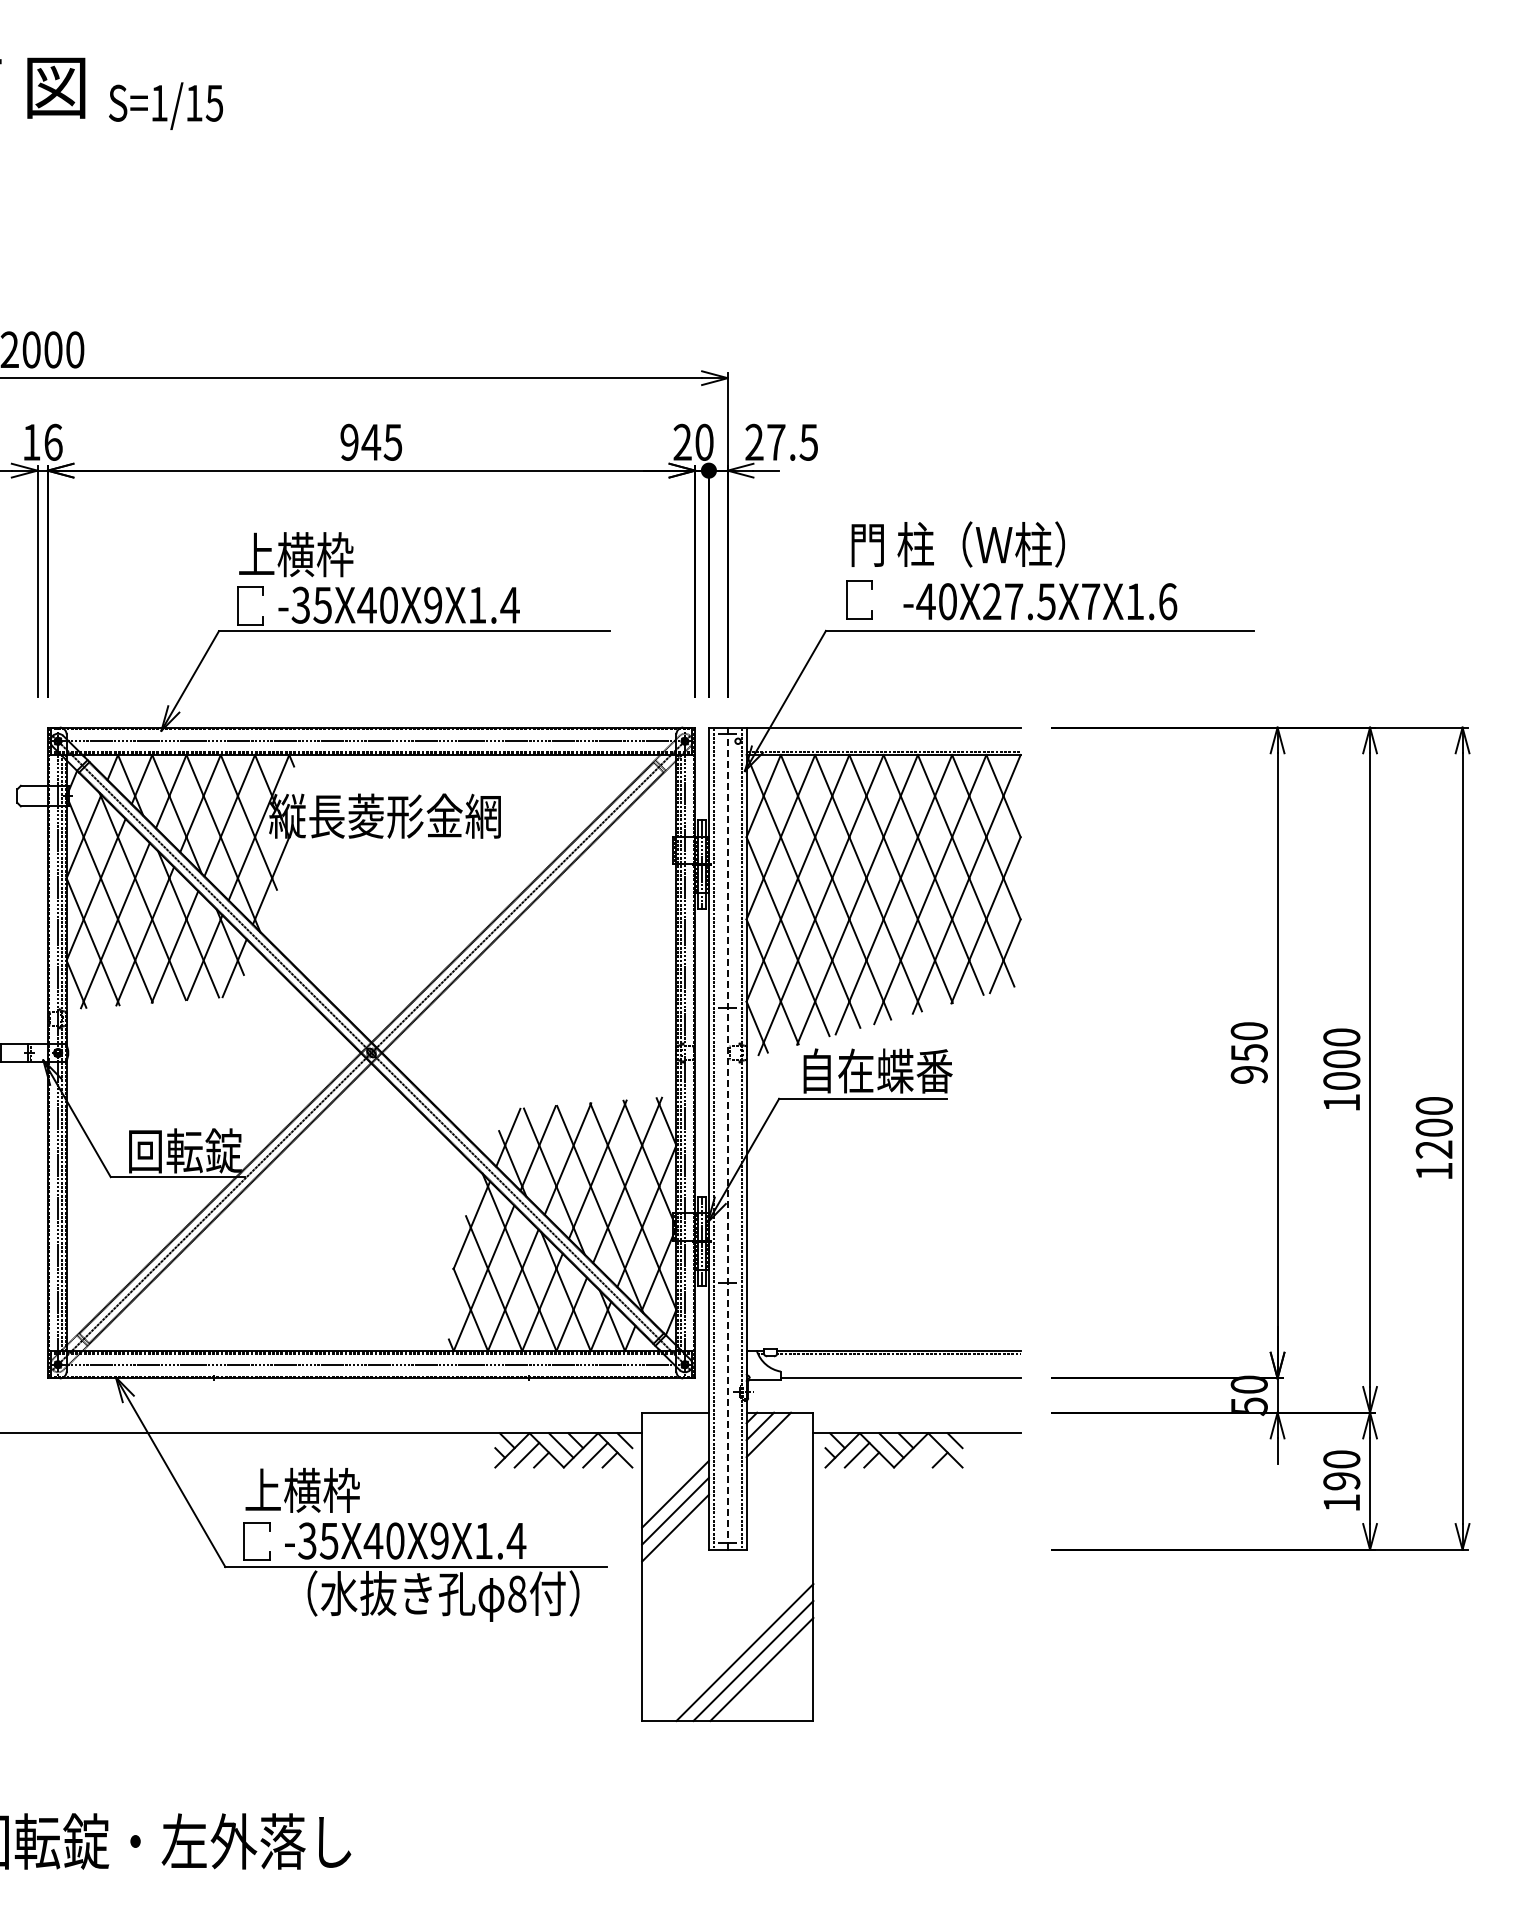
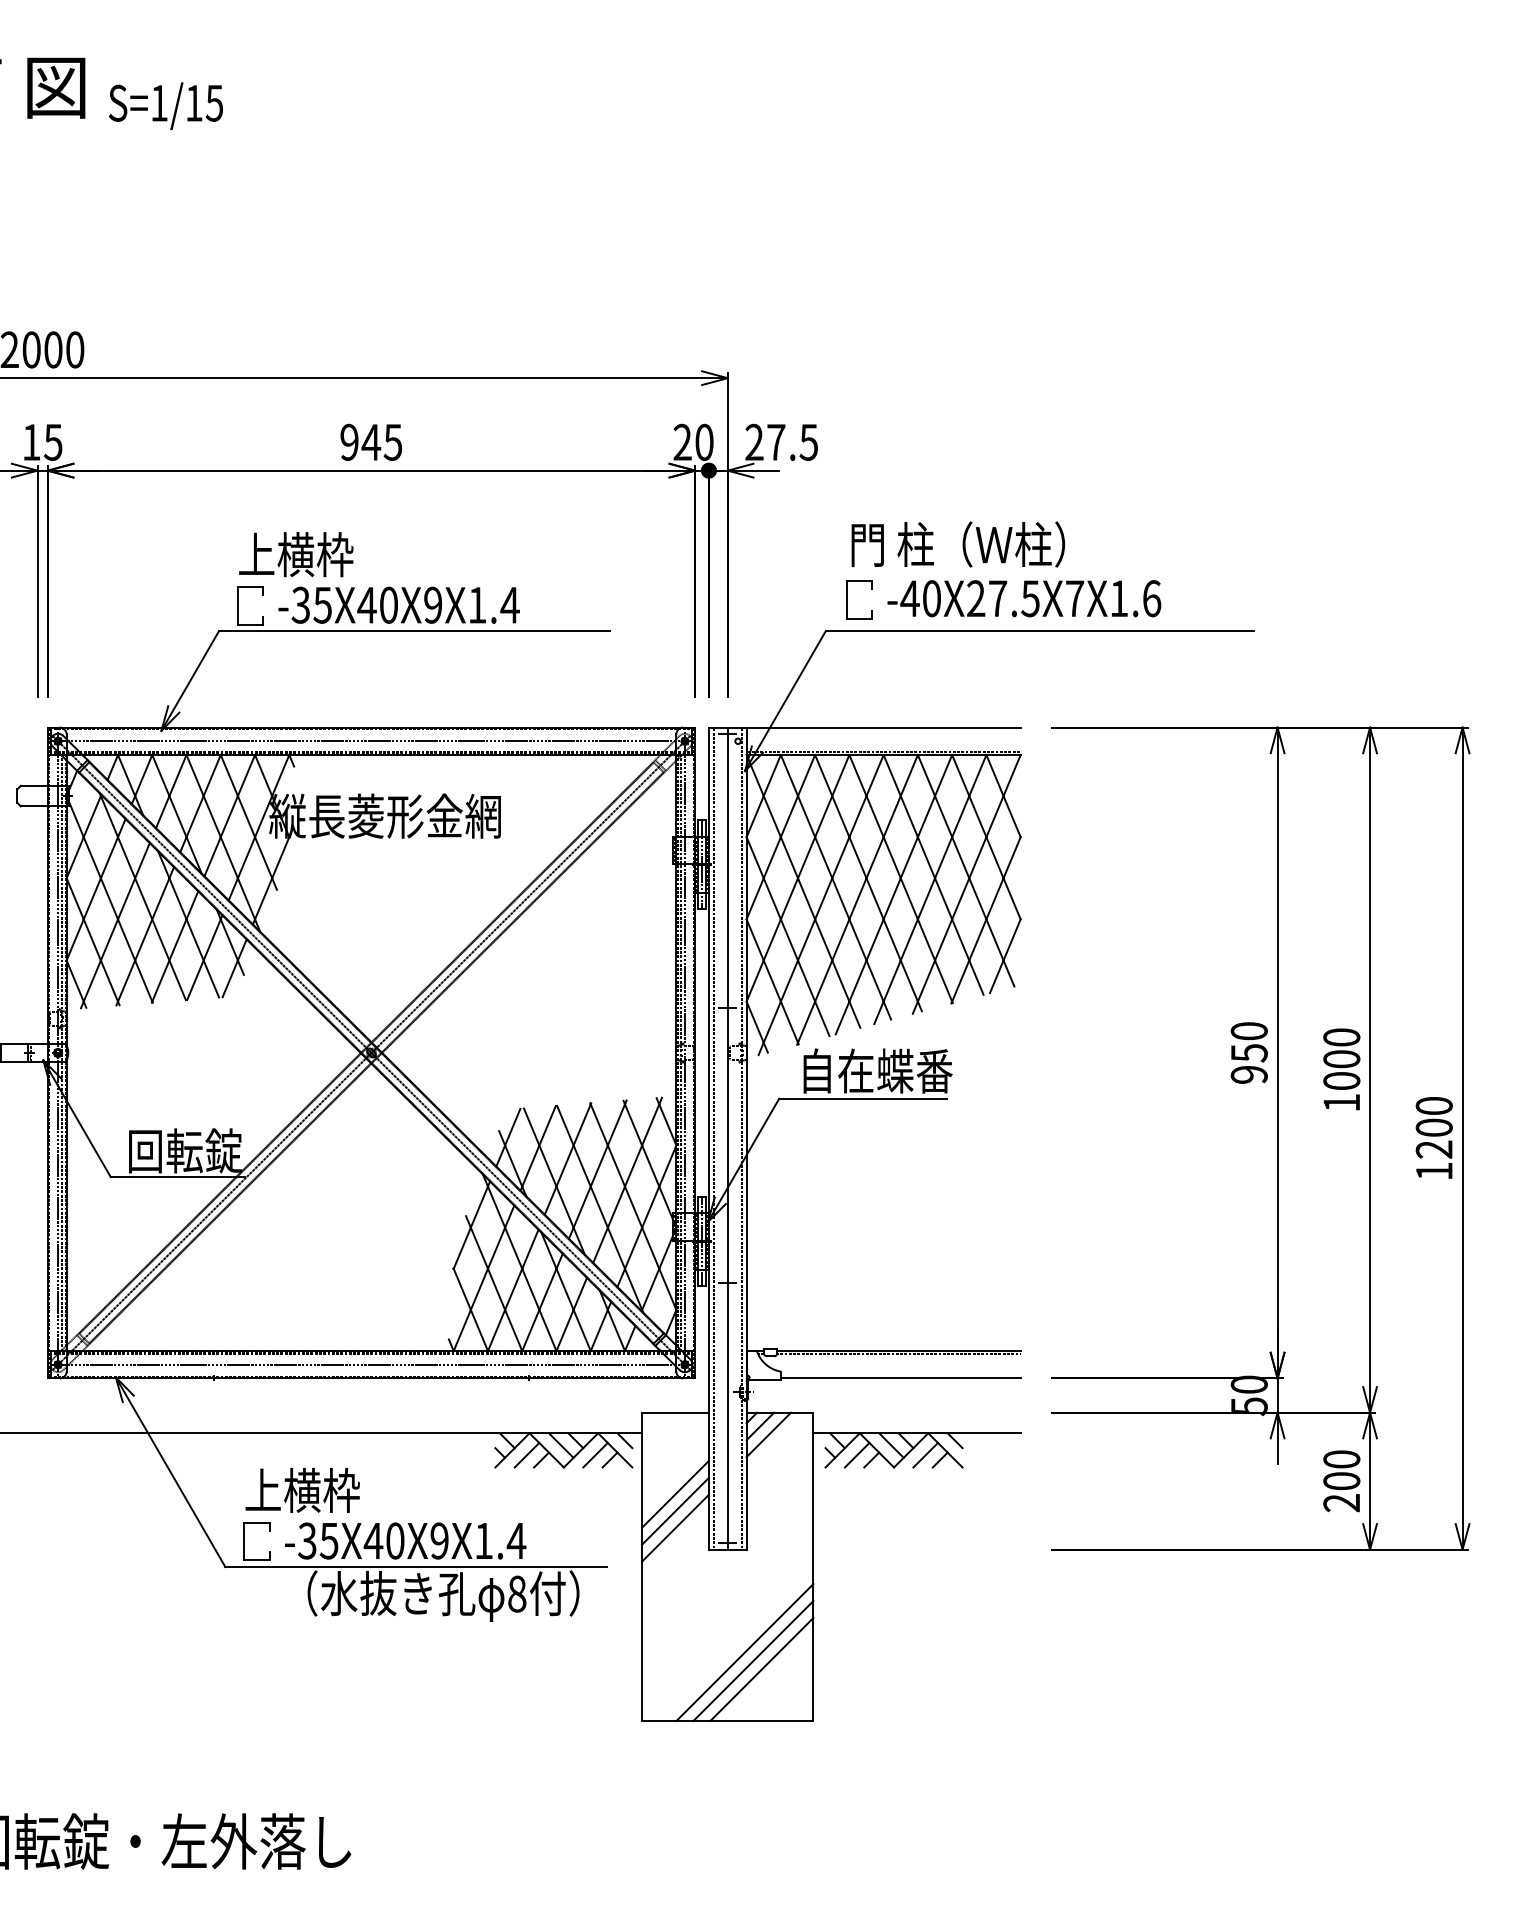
text at (52, 441): 16 -> 15
text at (1040, 601) position: (1040, 601) -> (1024, 598)
line at (727, 1139): dashed -> solid
line at (925, 1454): none -> present
text at (1341, 1492): 190 -> 200
